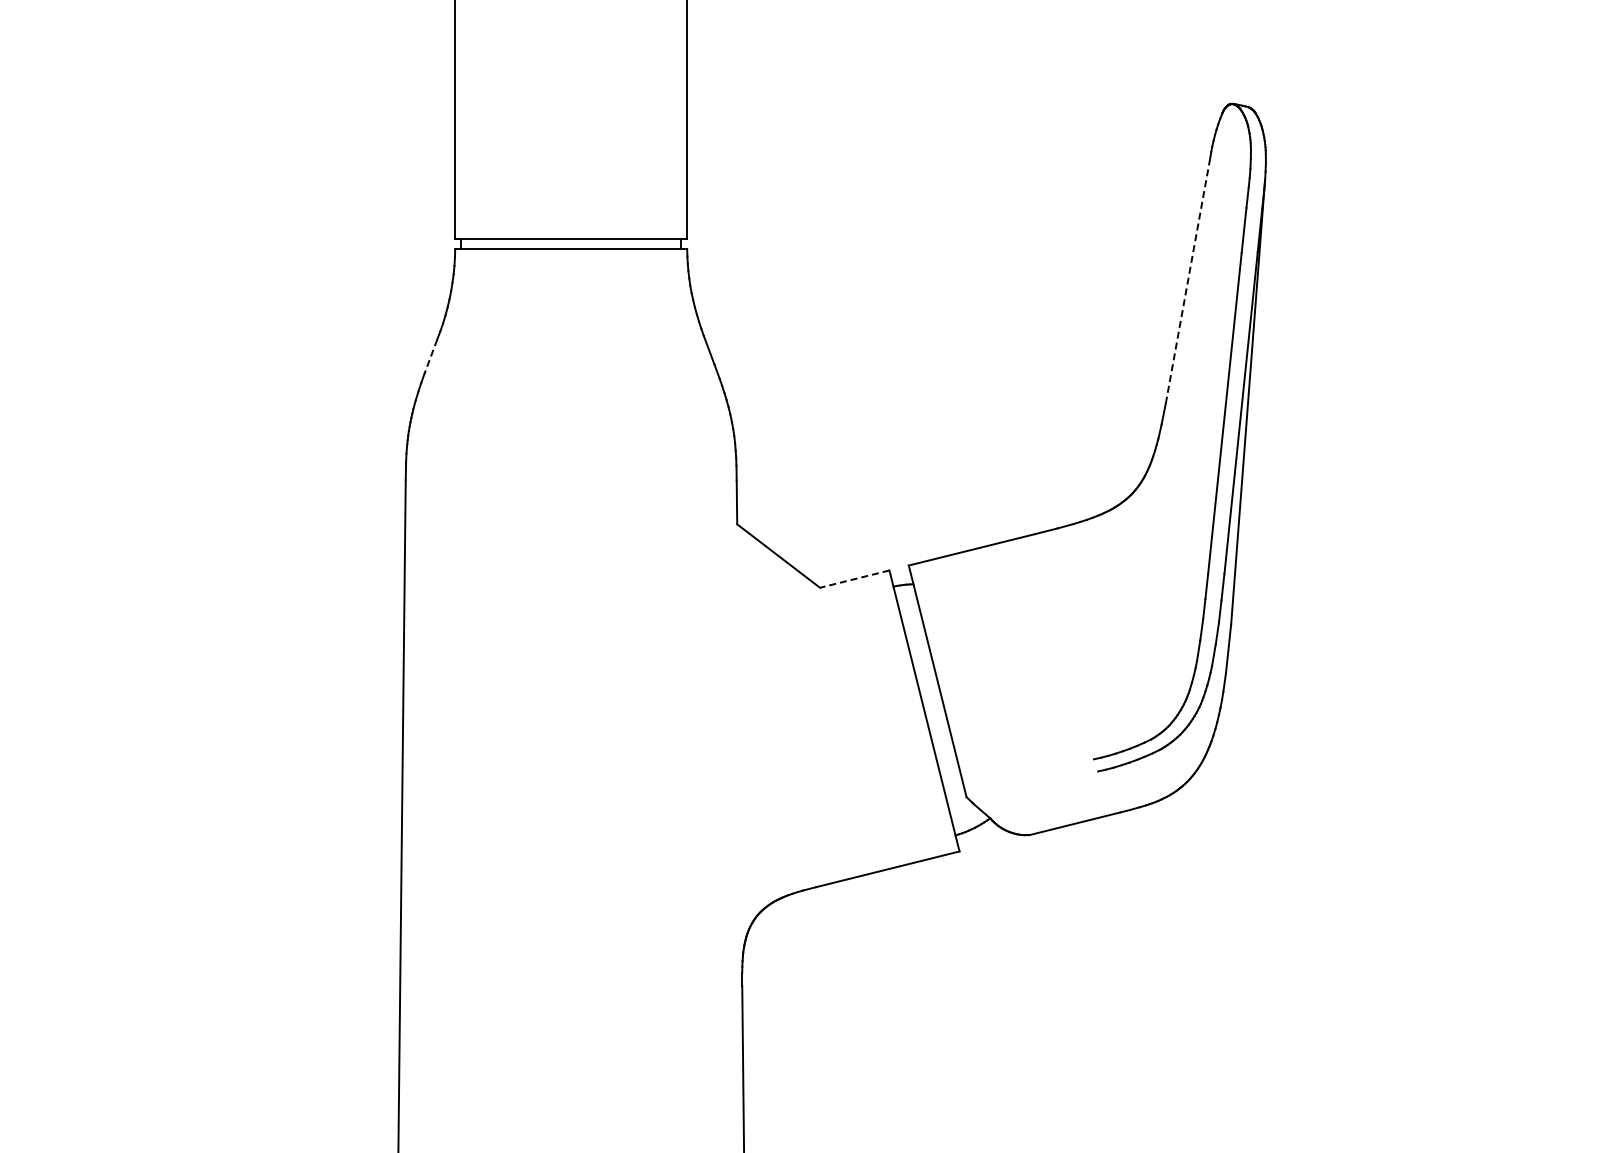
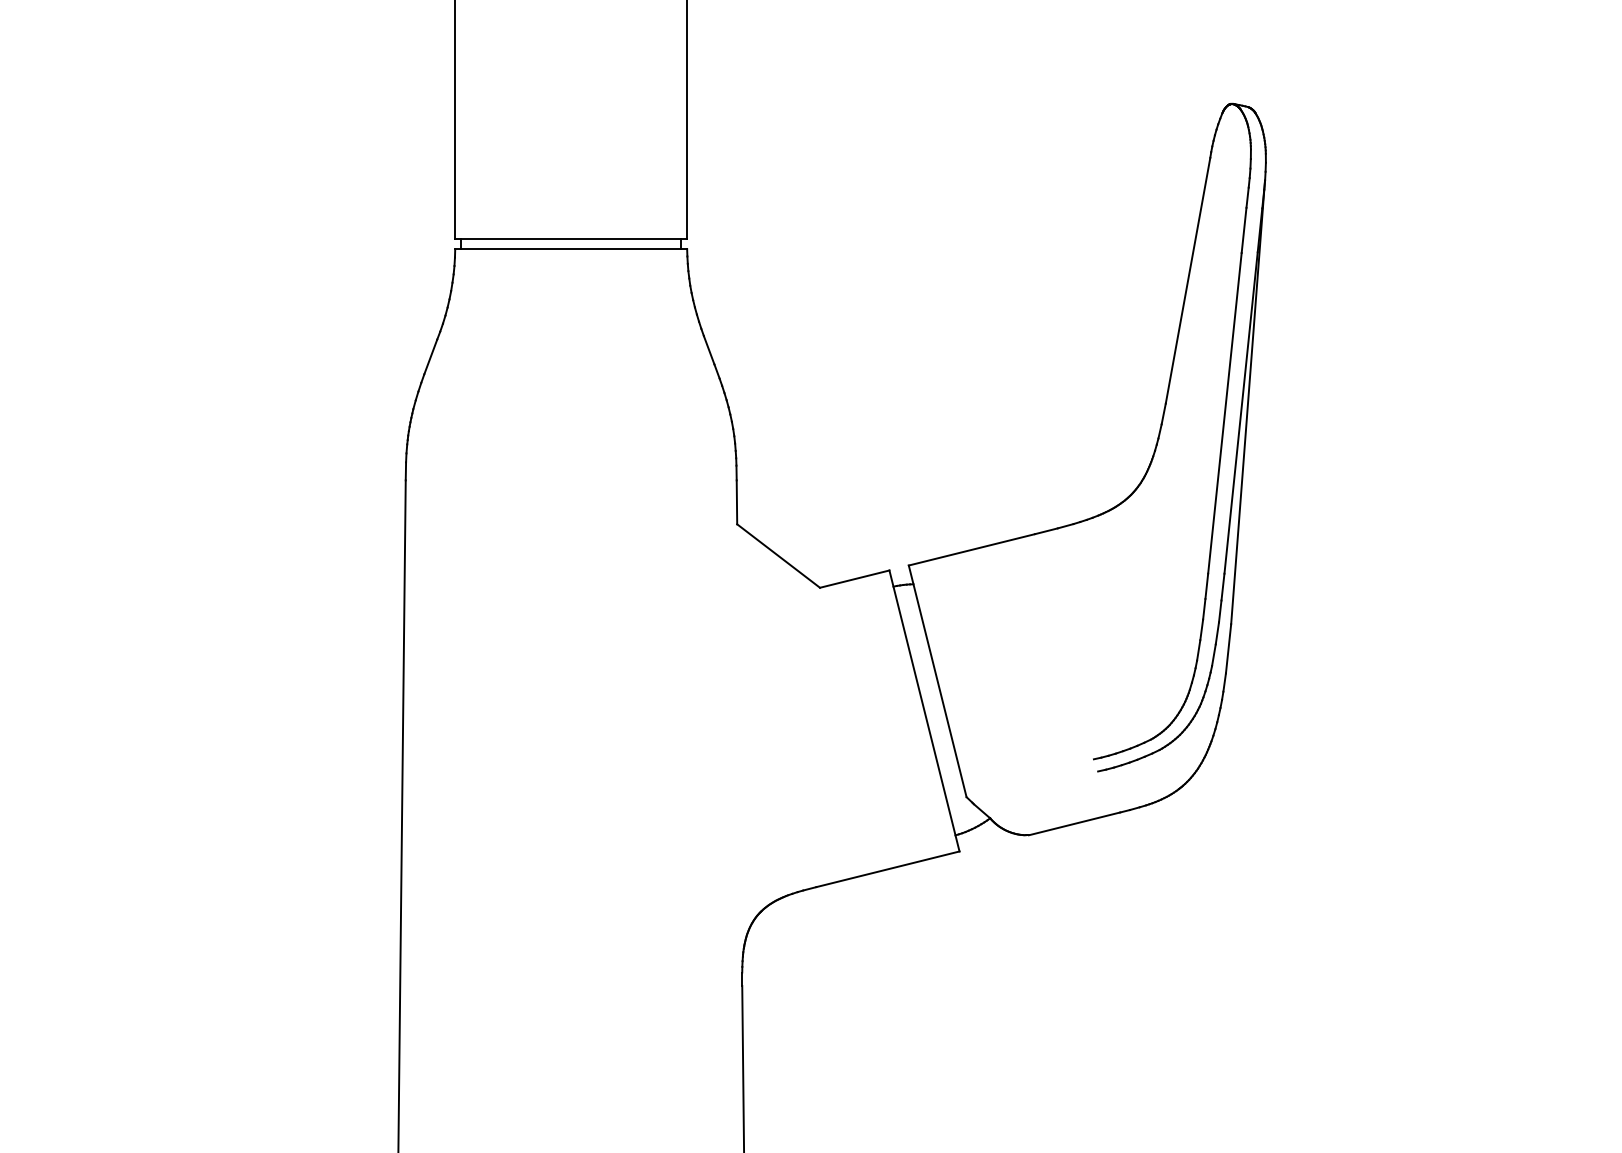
line at (1188, 280): dashed -> solid
line at (430, 357): dashed -> solid
line at (854, 579): dashed -> solid
